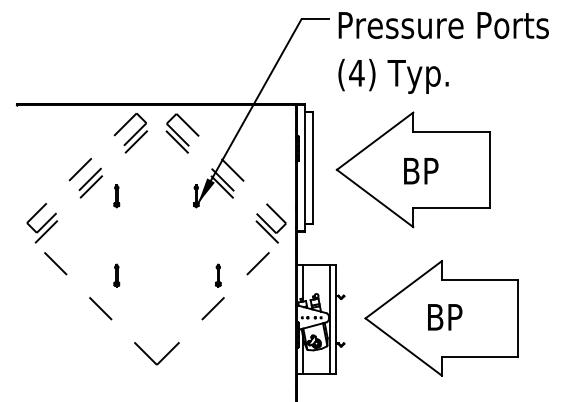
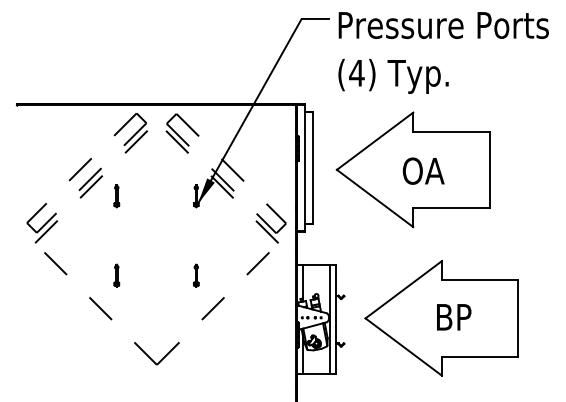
text at (423, 170): BP -> OA
part at (218, 275) position: (218, 275) -> (196, 275)
text at (445, 317) position: (445, 317) -> (454, 317)
